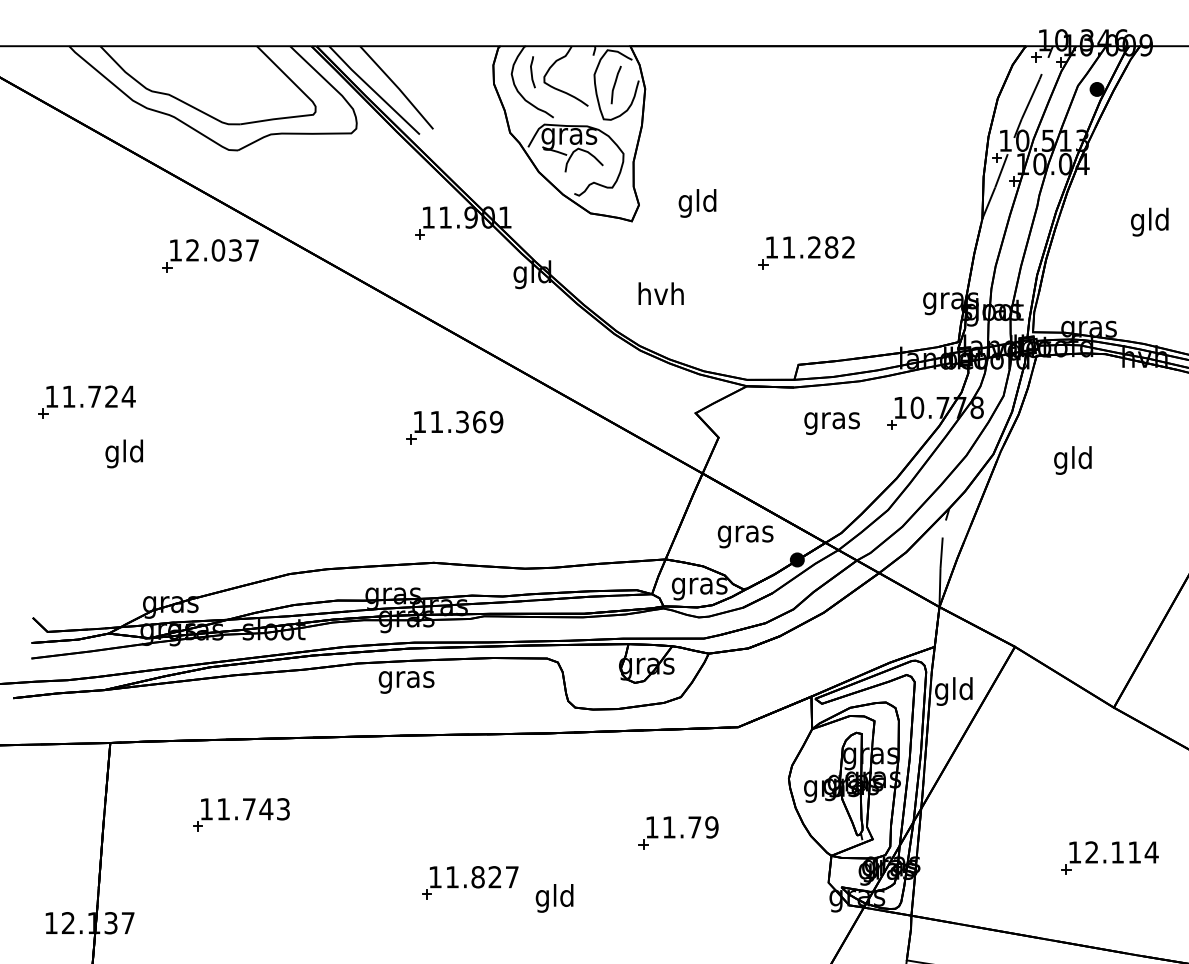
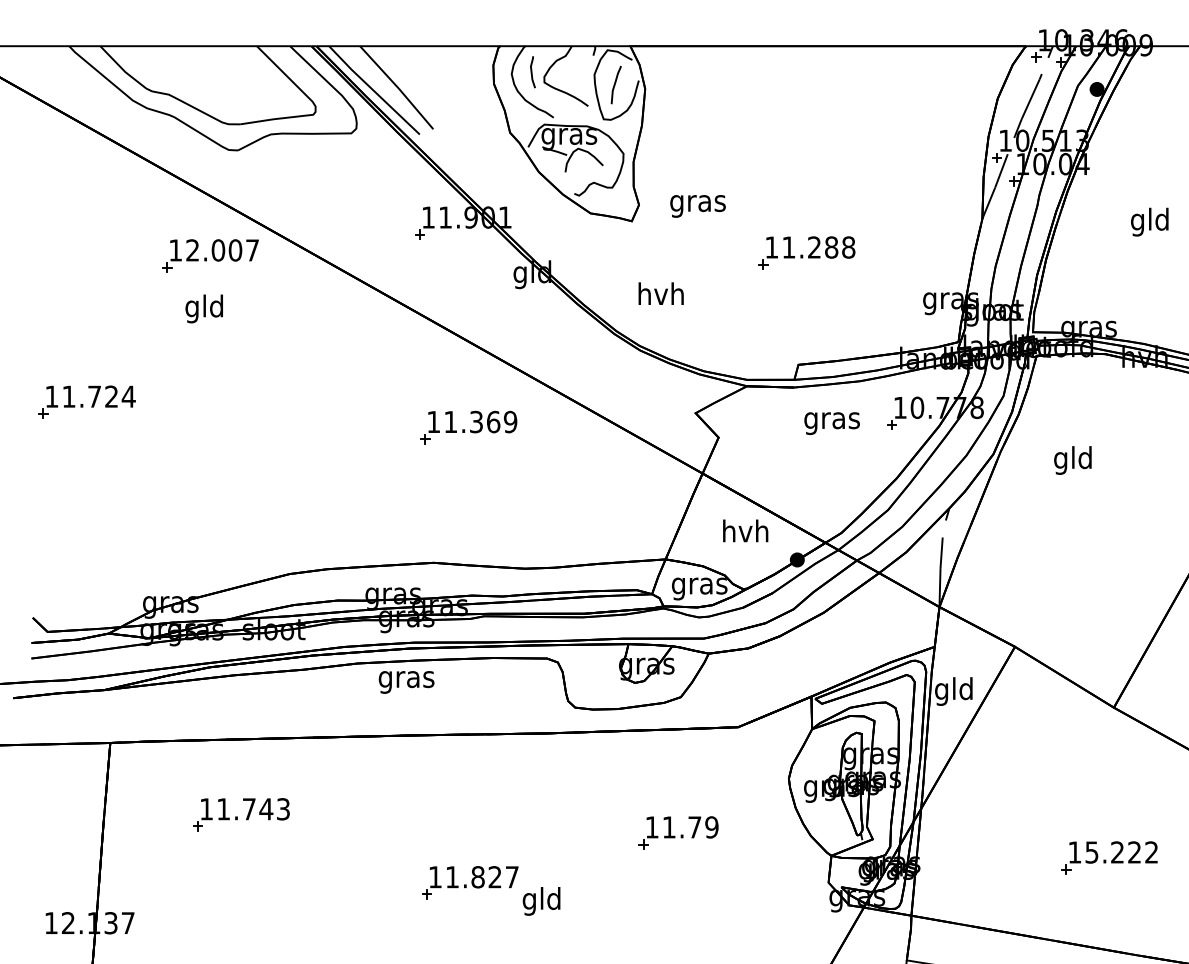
text at (697, 203): gld -> gras
text at (848, 247): 11.282 -> 11.288
text at (235, 250): 12.037 -> 12.007
part at (454, 427) position: (454, 427) -> (468, 427)
text at (123, 453) position: (123, 453) -> (203, 308)
text at (745, 533): gras -> hvh
text at (1121, 852): 12.114 -> 15.222
text at (554, 898) position: (554, 898) -> (541, 901)
